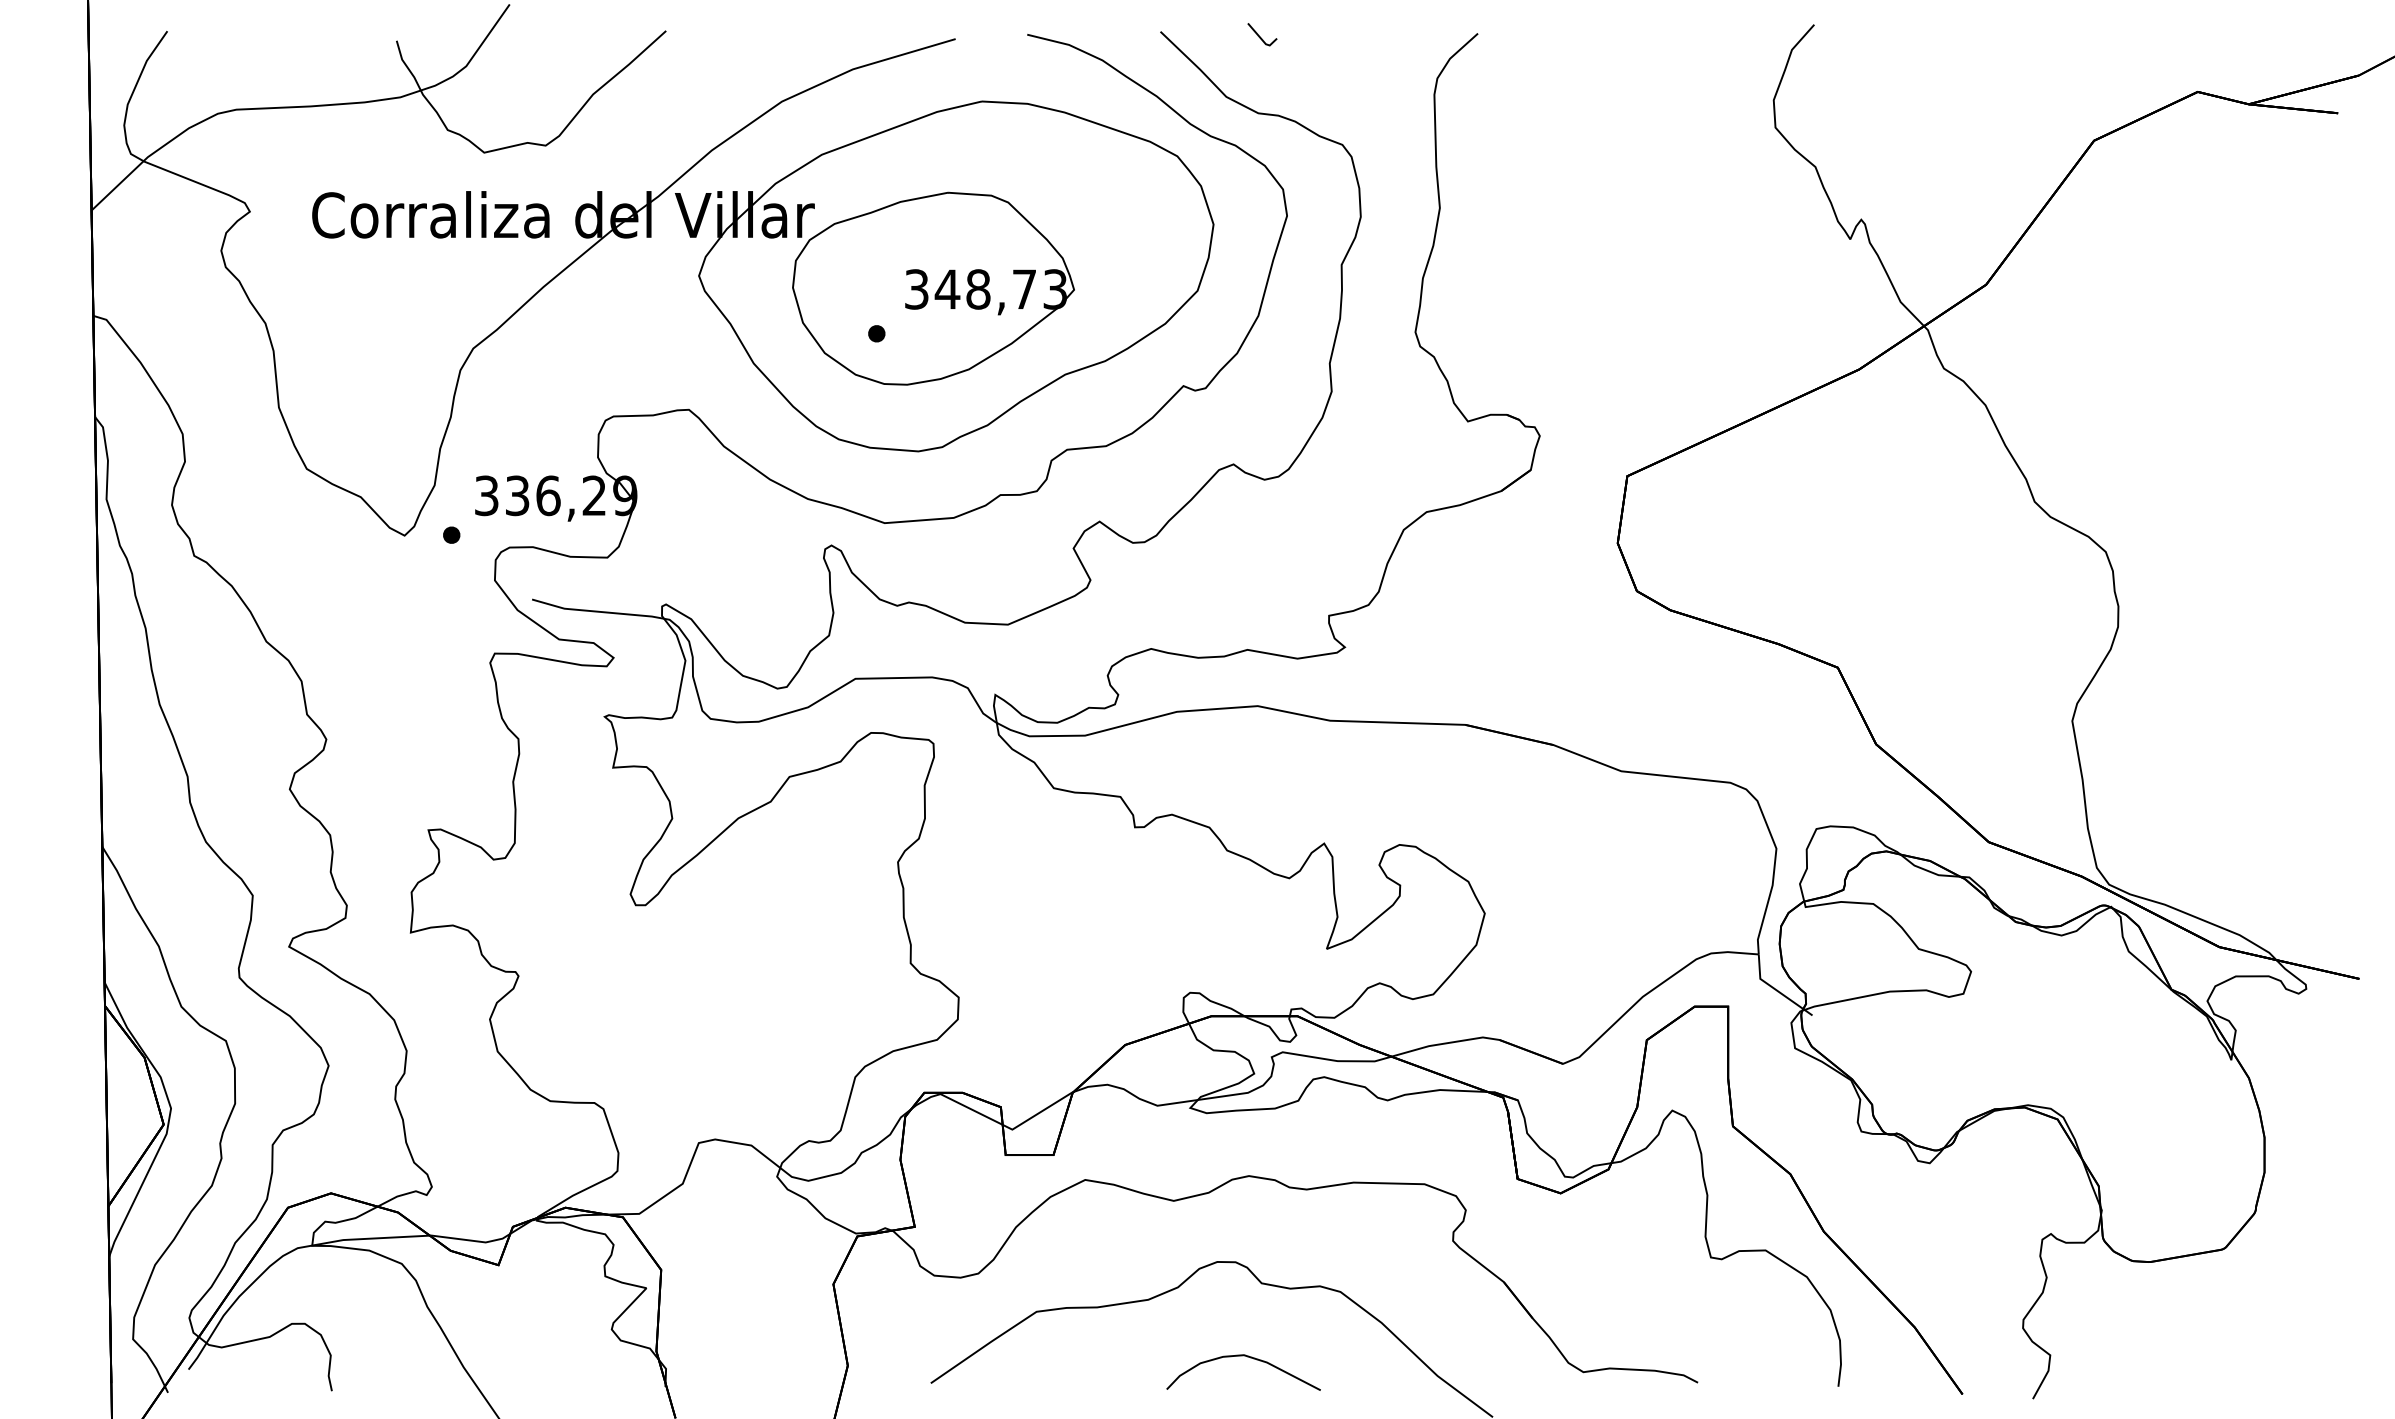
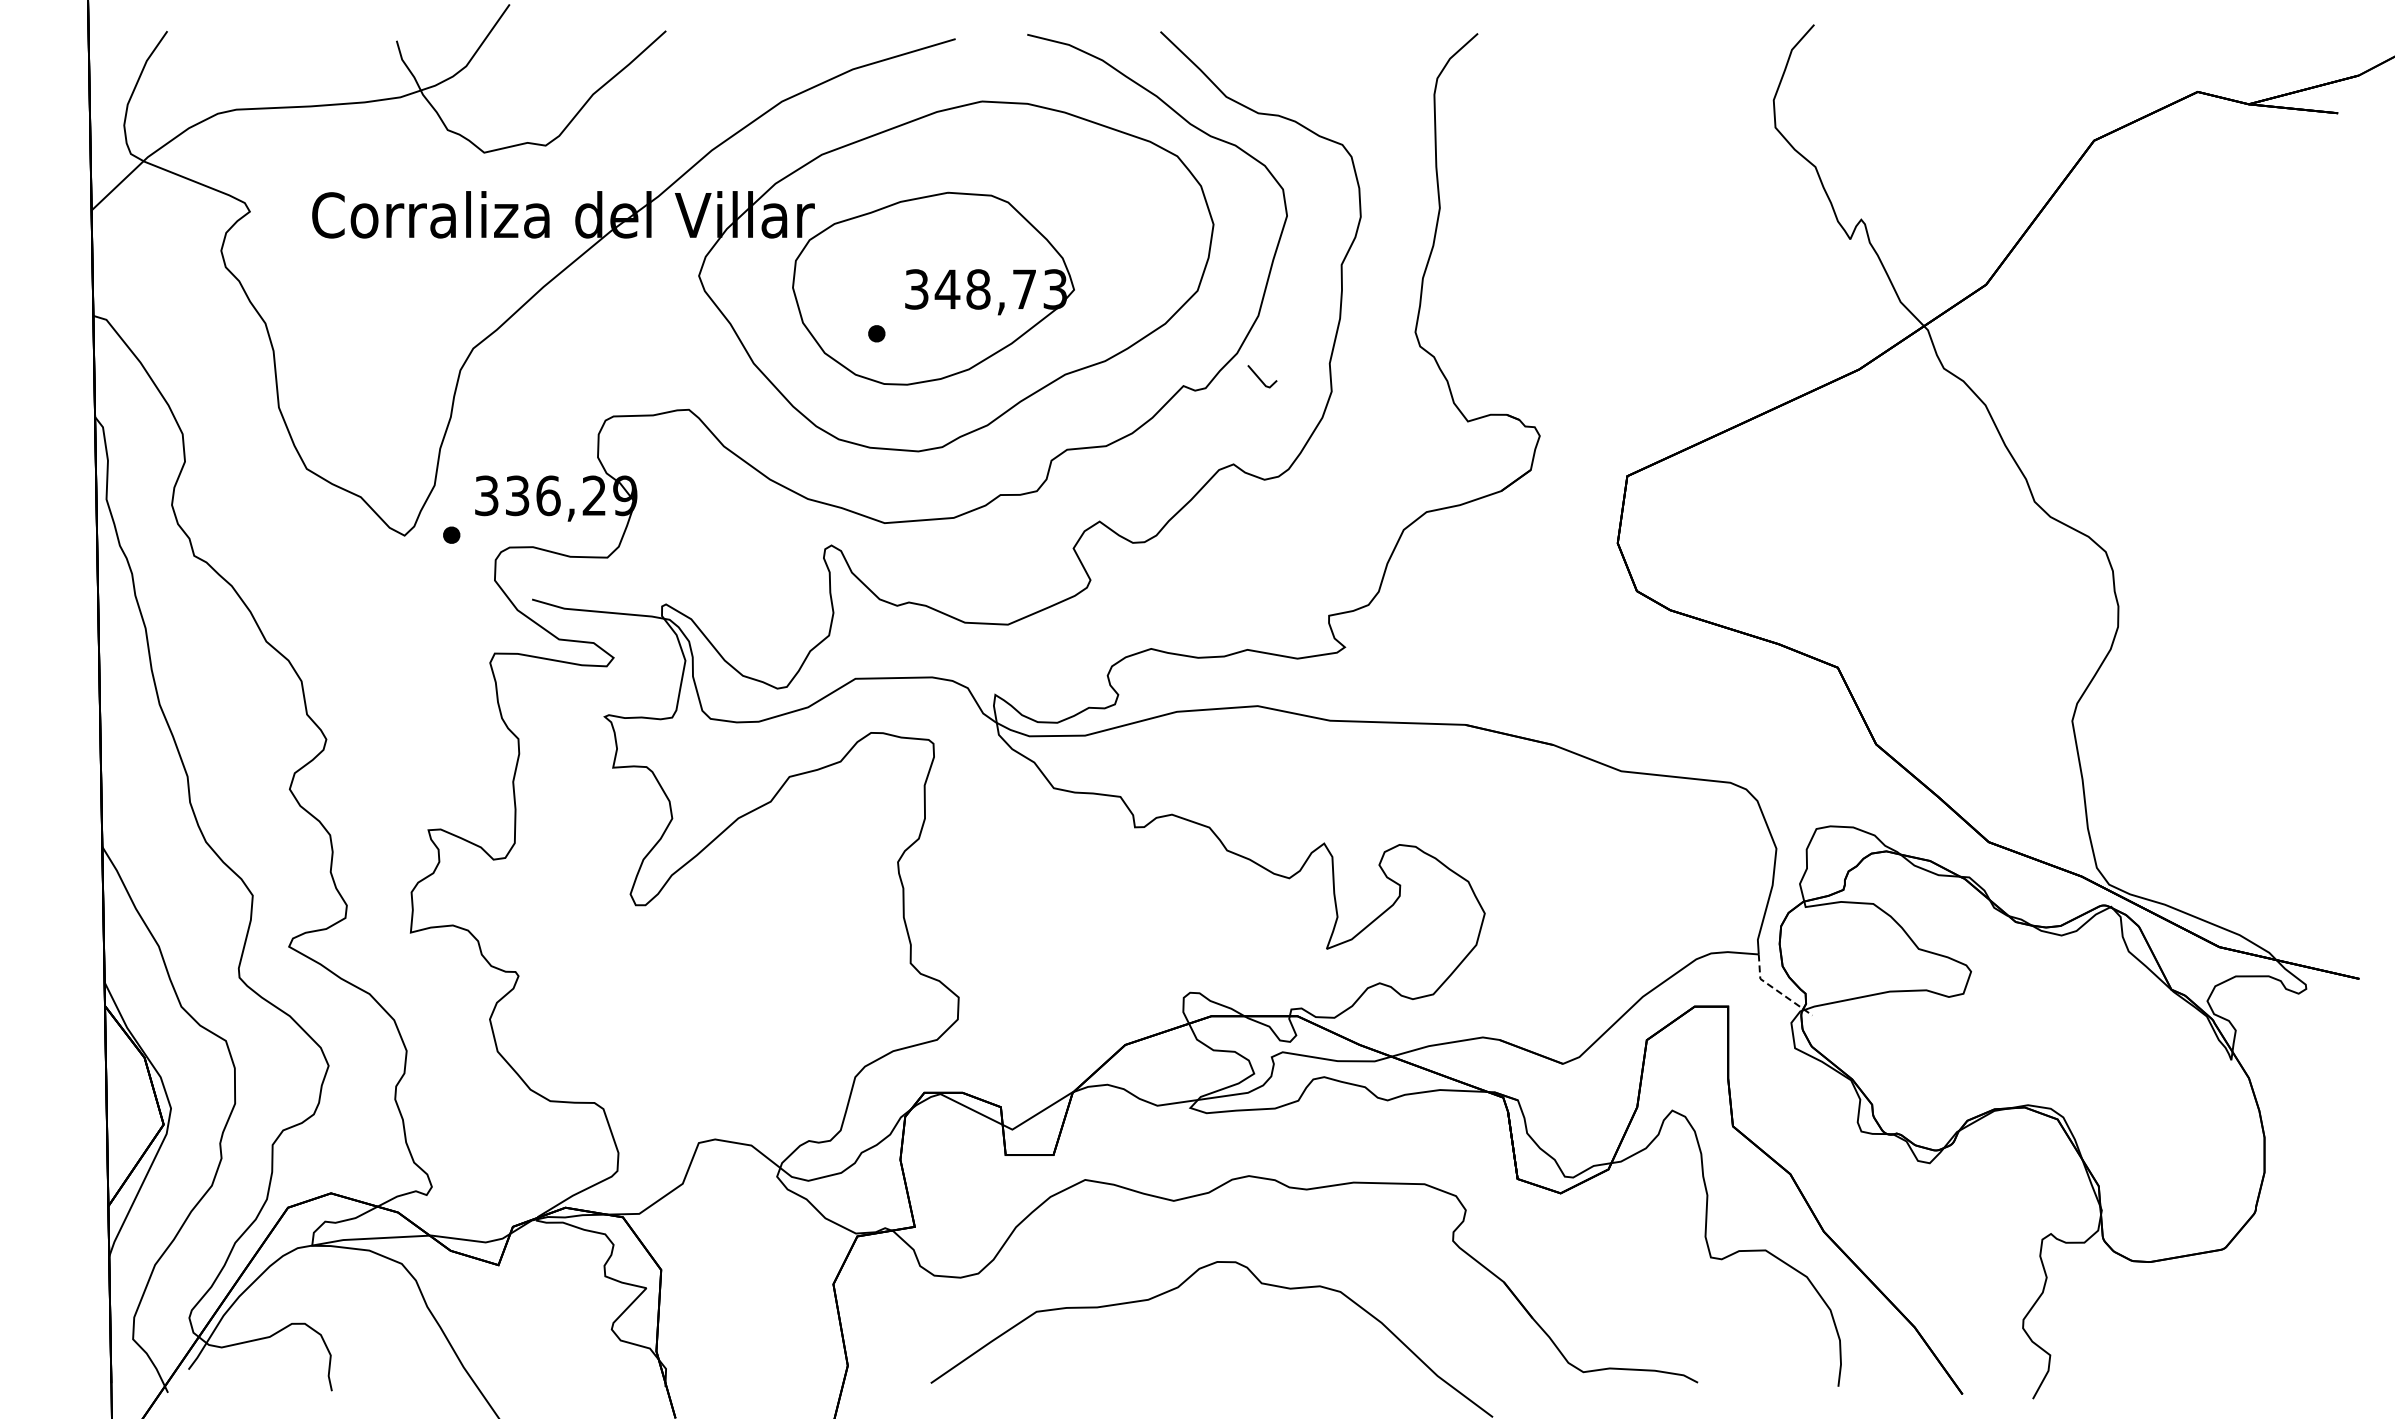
line at (1260, 36) position: (1260, 36) -> (1260, 378)
line at (1775, 989): solid -> dashed
curve at (1247, 1357): present -> none
